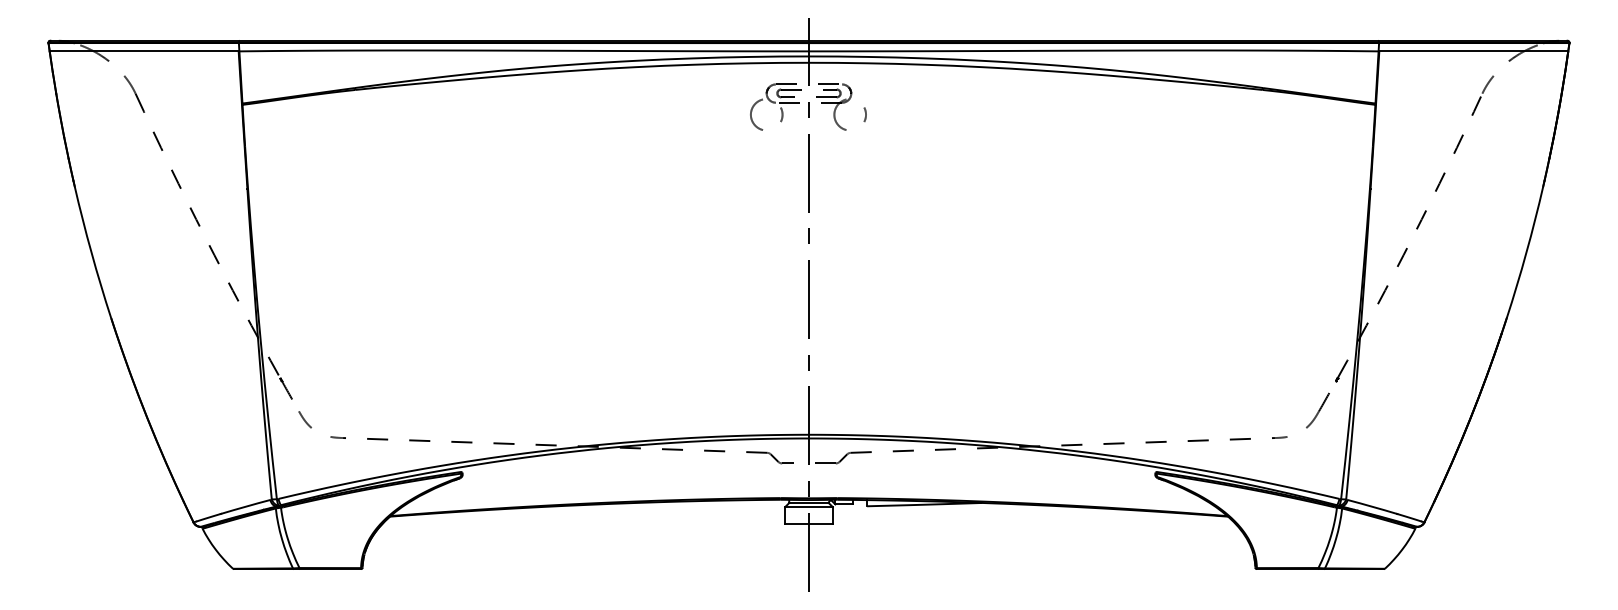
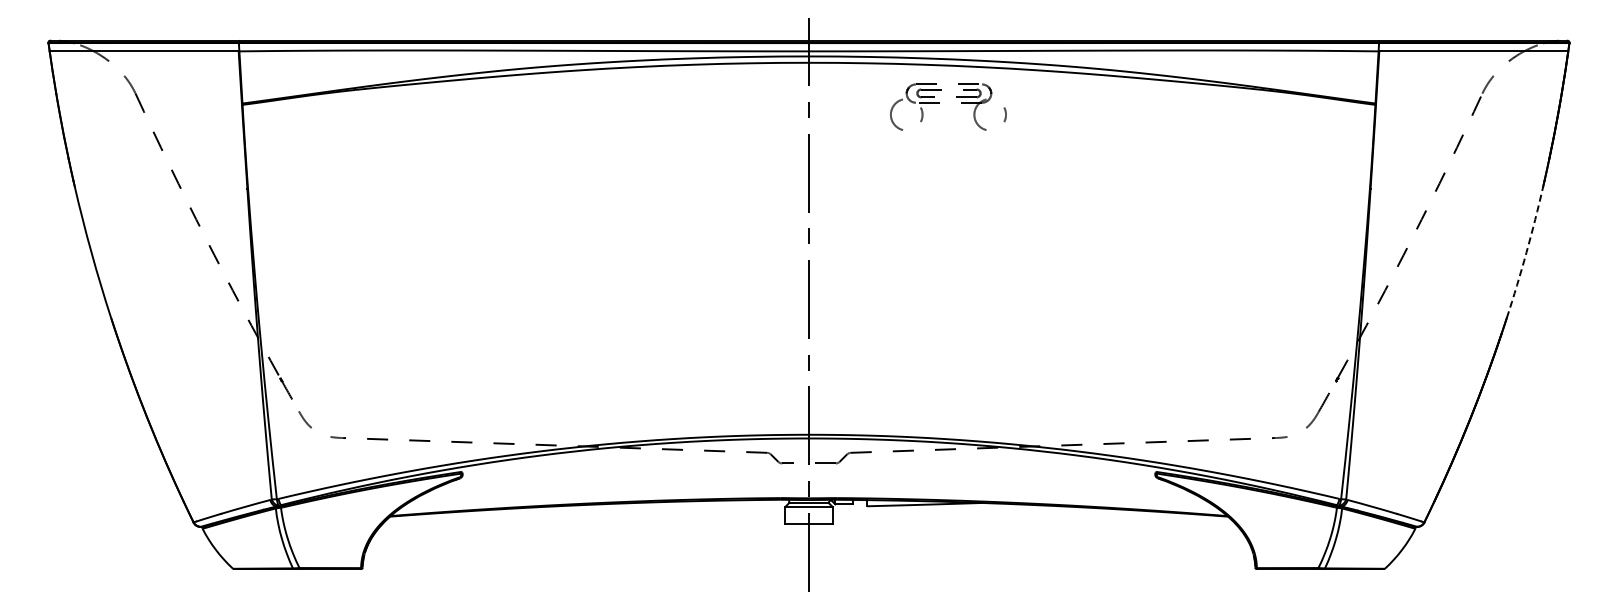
part at (799, 103) position: (799, 103) -> (939, 103)
arc at (1526, 252): solid -> dashed
